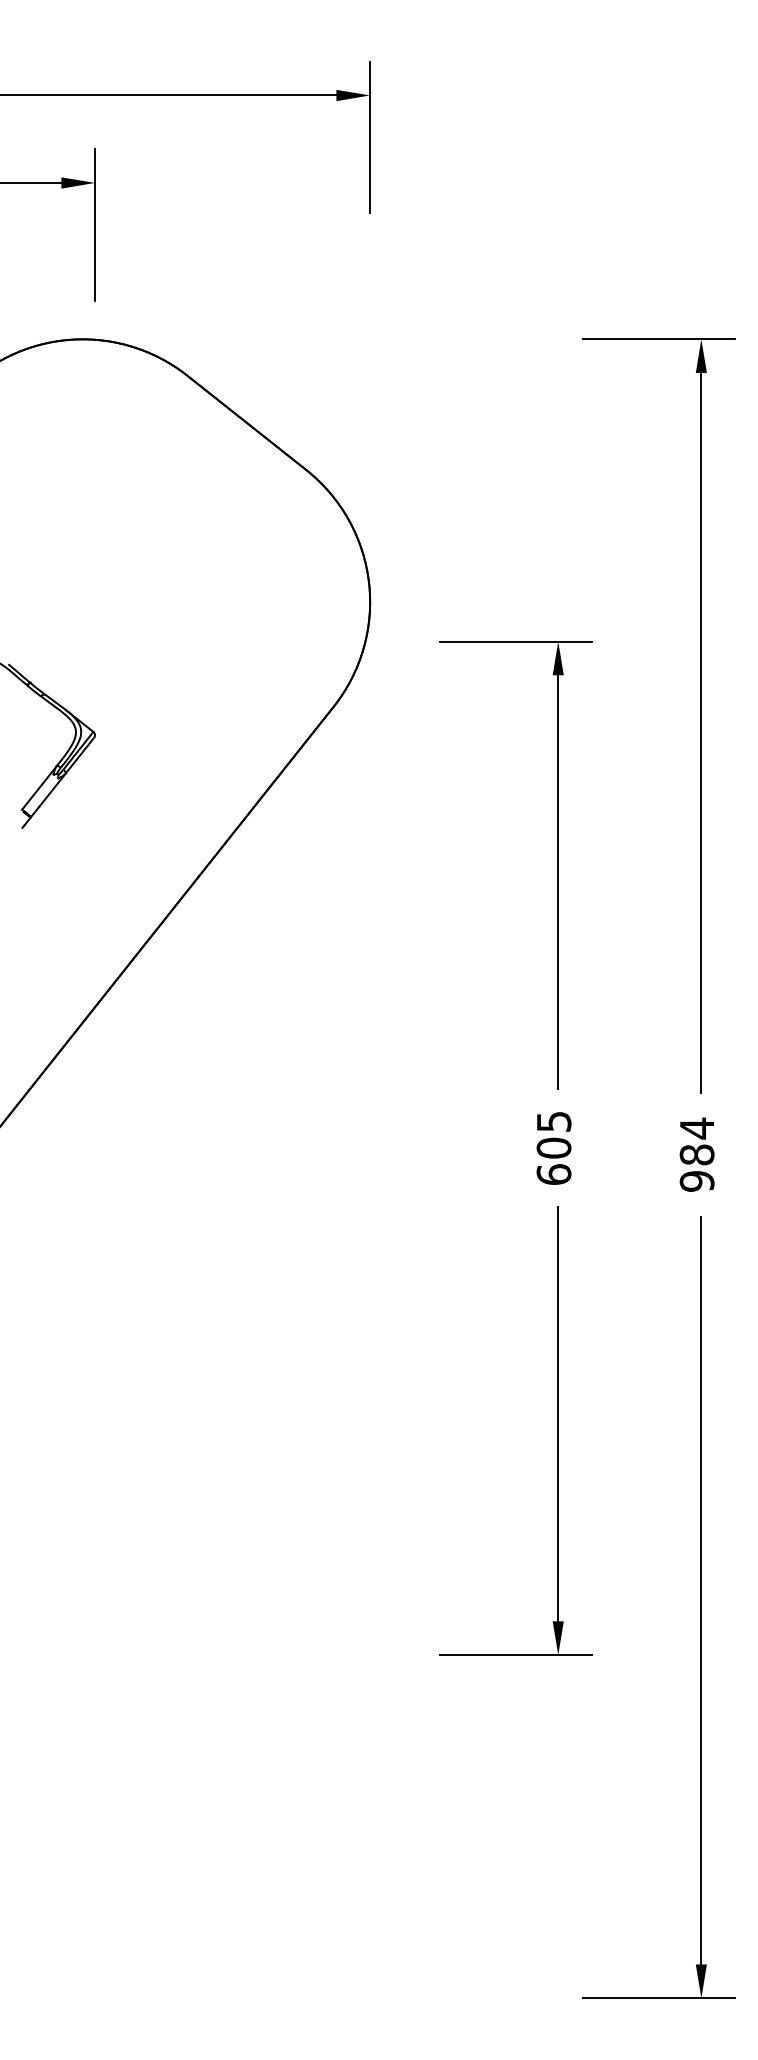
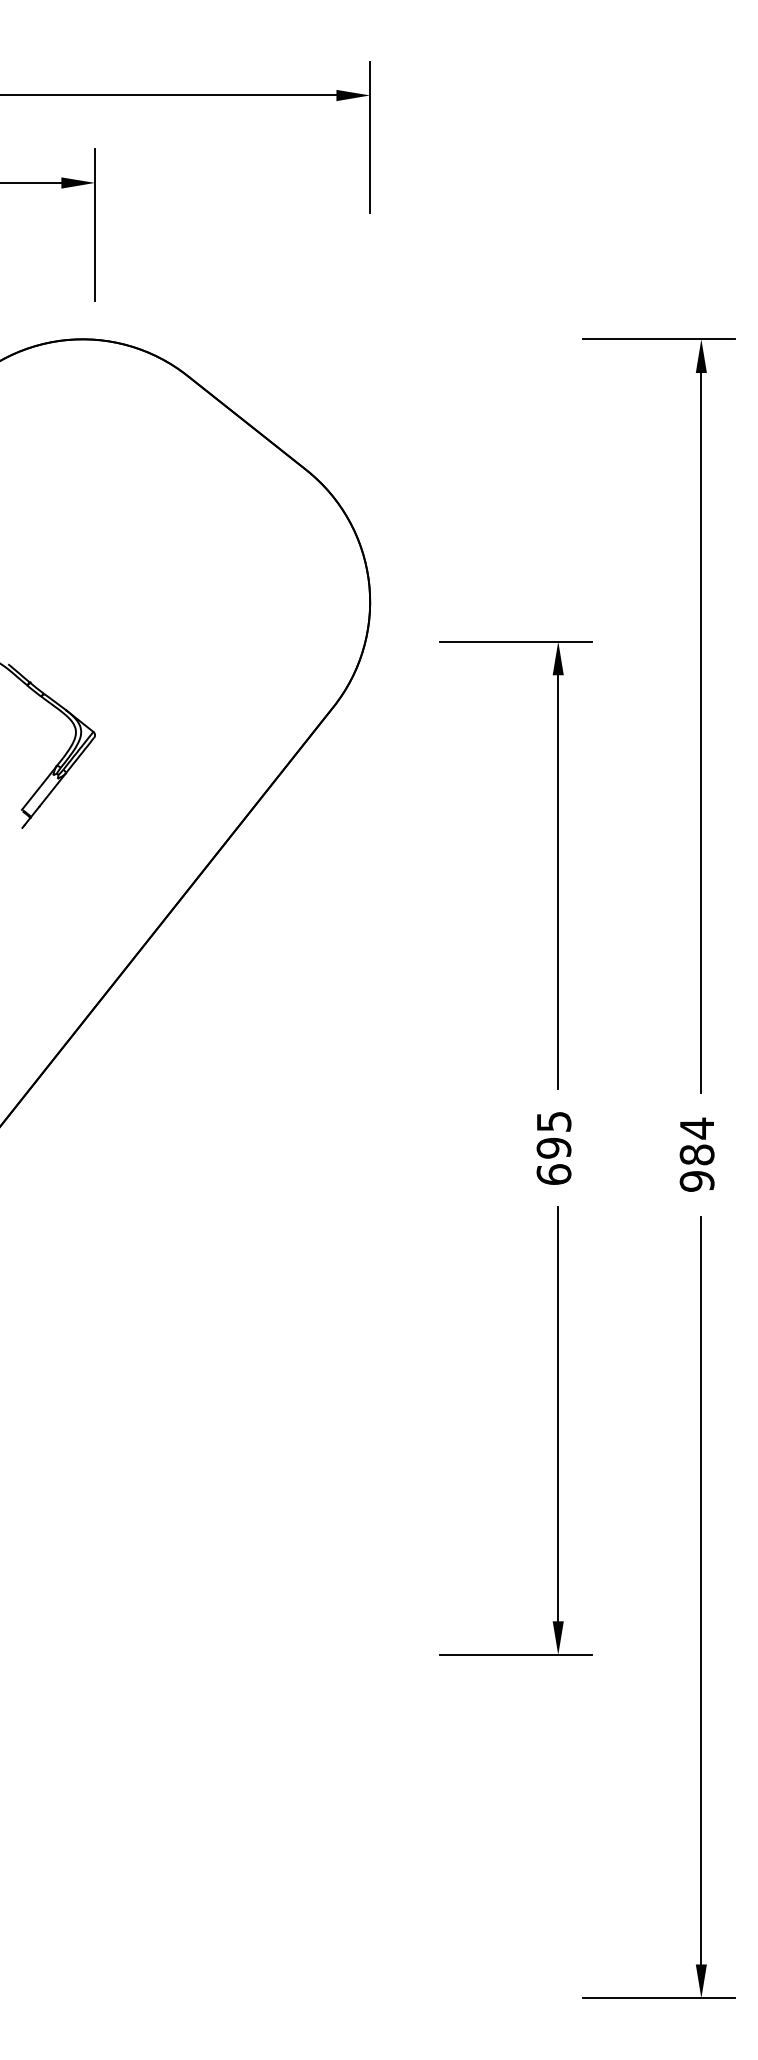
text at (553, 1147): 605 -> 695
